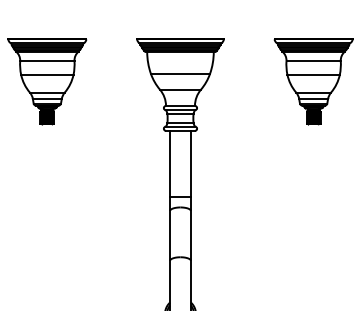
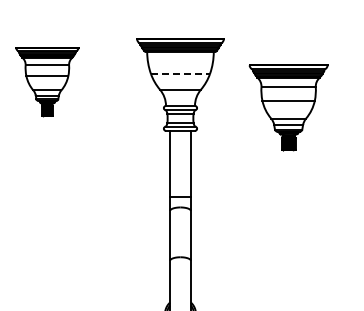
line at (180, 73): solid -> dashed
part at (47, 81) size: 81x88 px -> 65x71 px
part at (313, 81) position: (313, 81) -> (288, 107)
